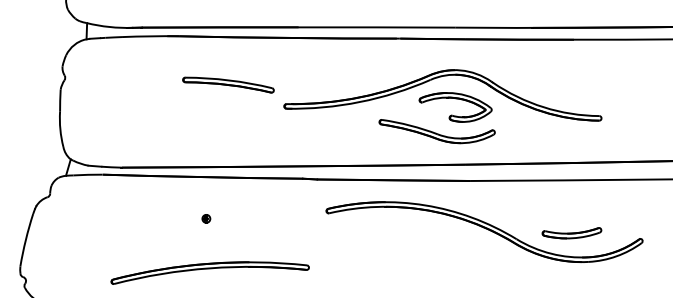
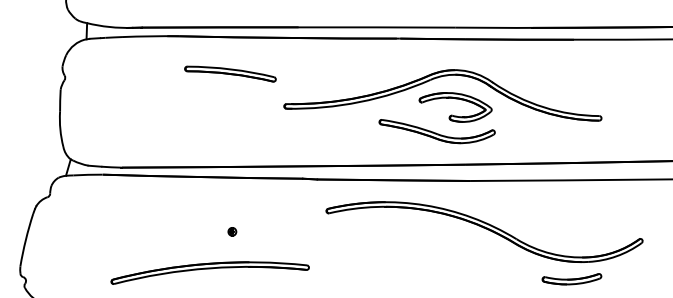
part at (228, 84) position: (228, 84) -> (230, 73)
part at (206, 218) position: (206, 218) -> (232, 231)
part at (571, 233) position: (571, 233) -> (571, 279)
